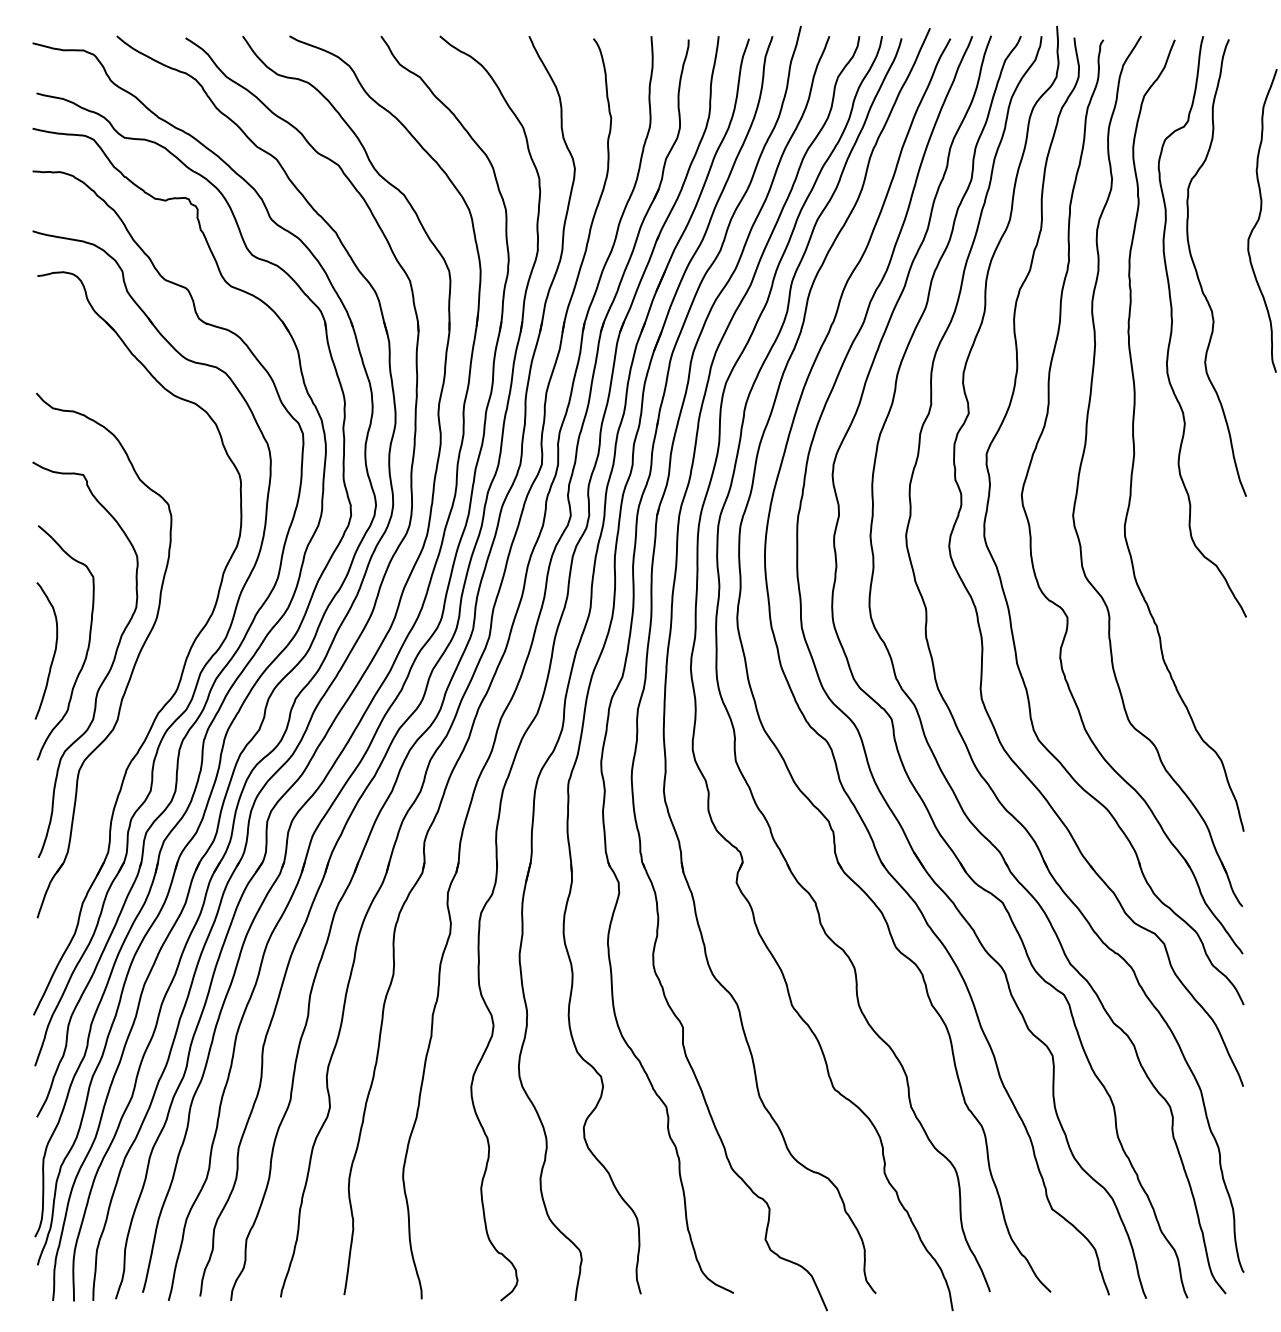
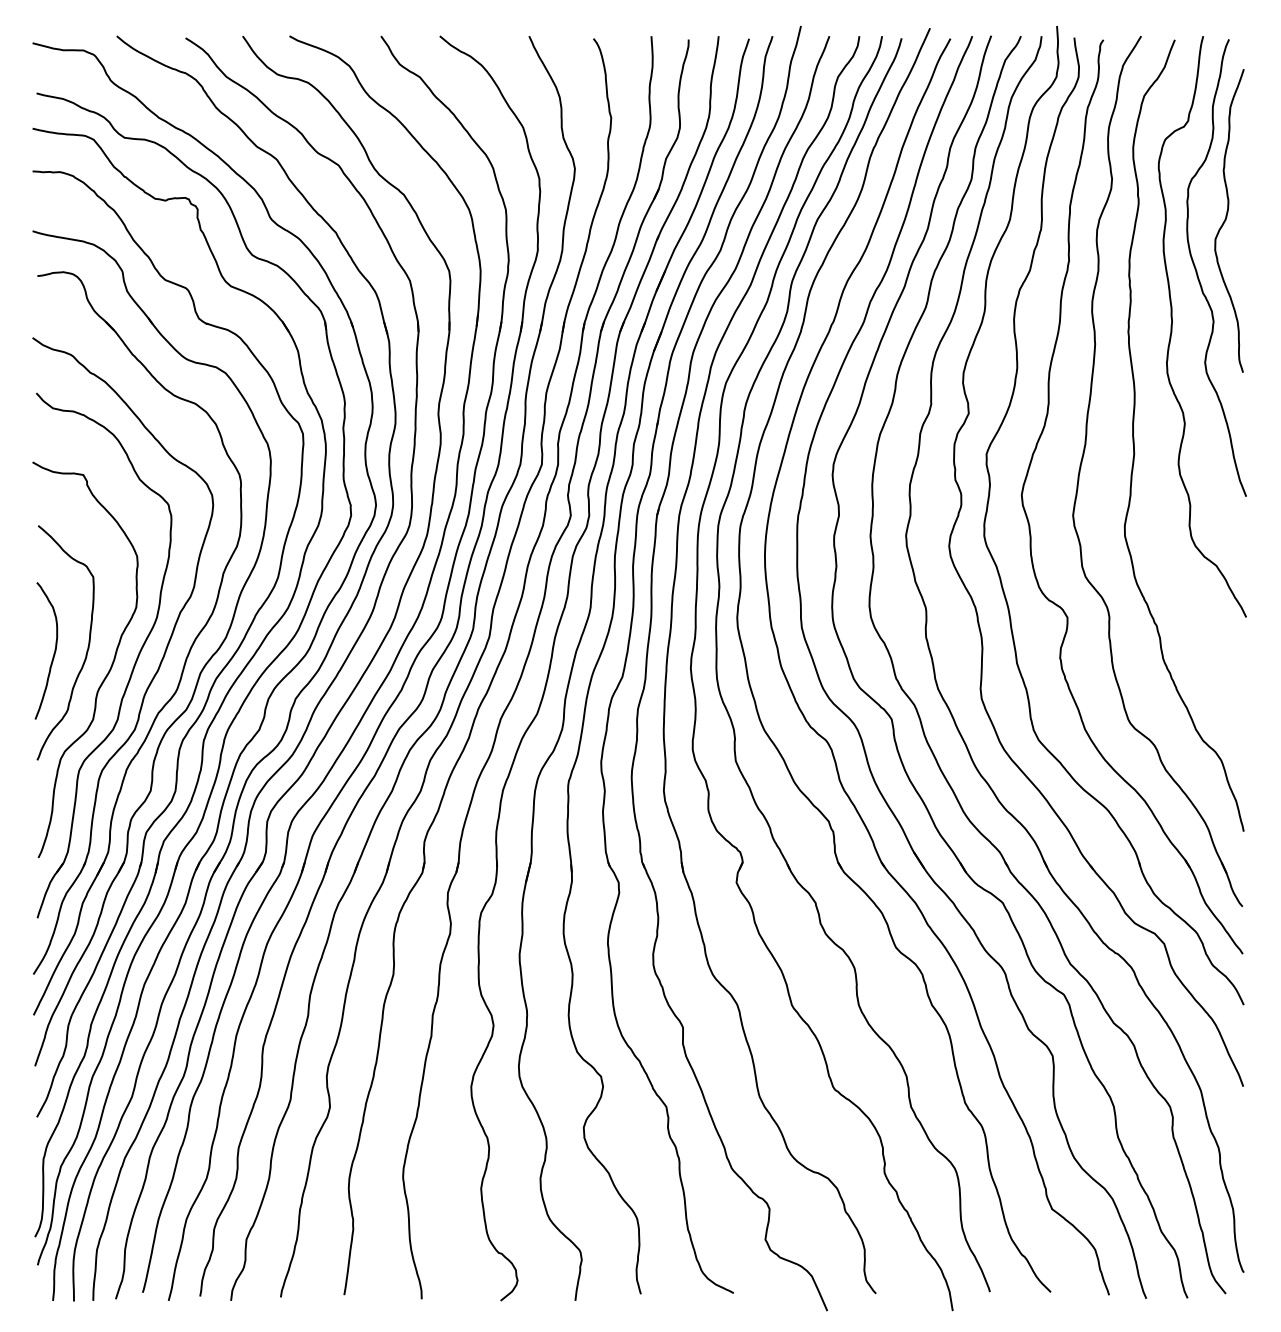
curve at (1259, 220) position: (1259, 220) -> (1226, 220)
part at (153, 675): none -> present
